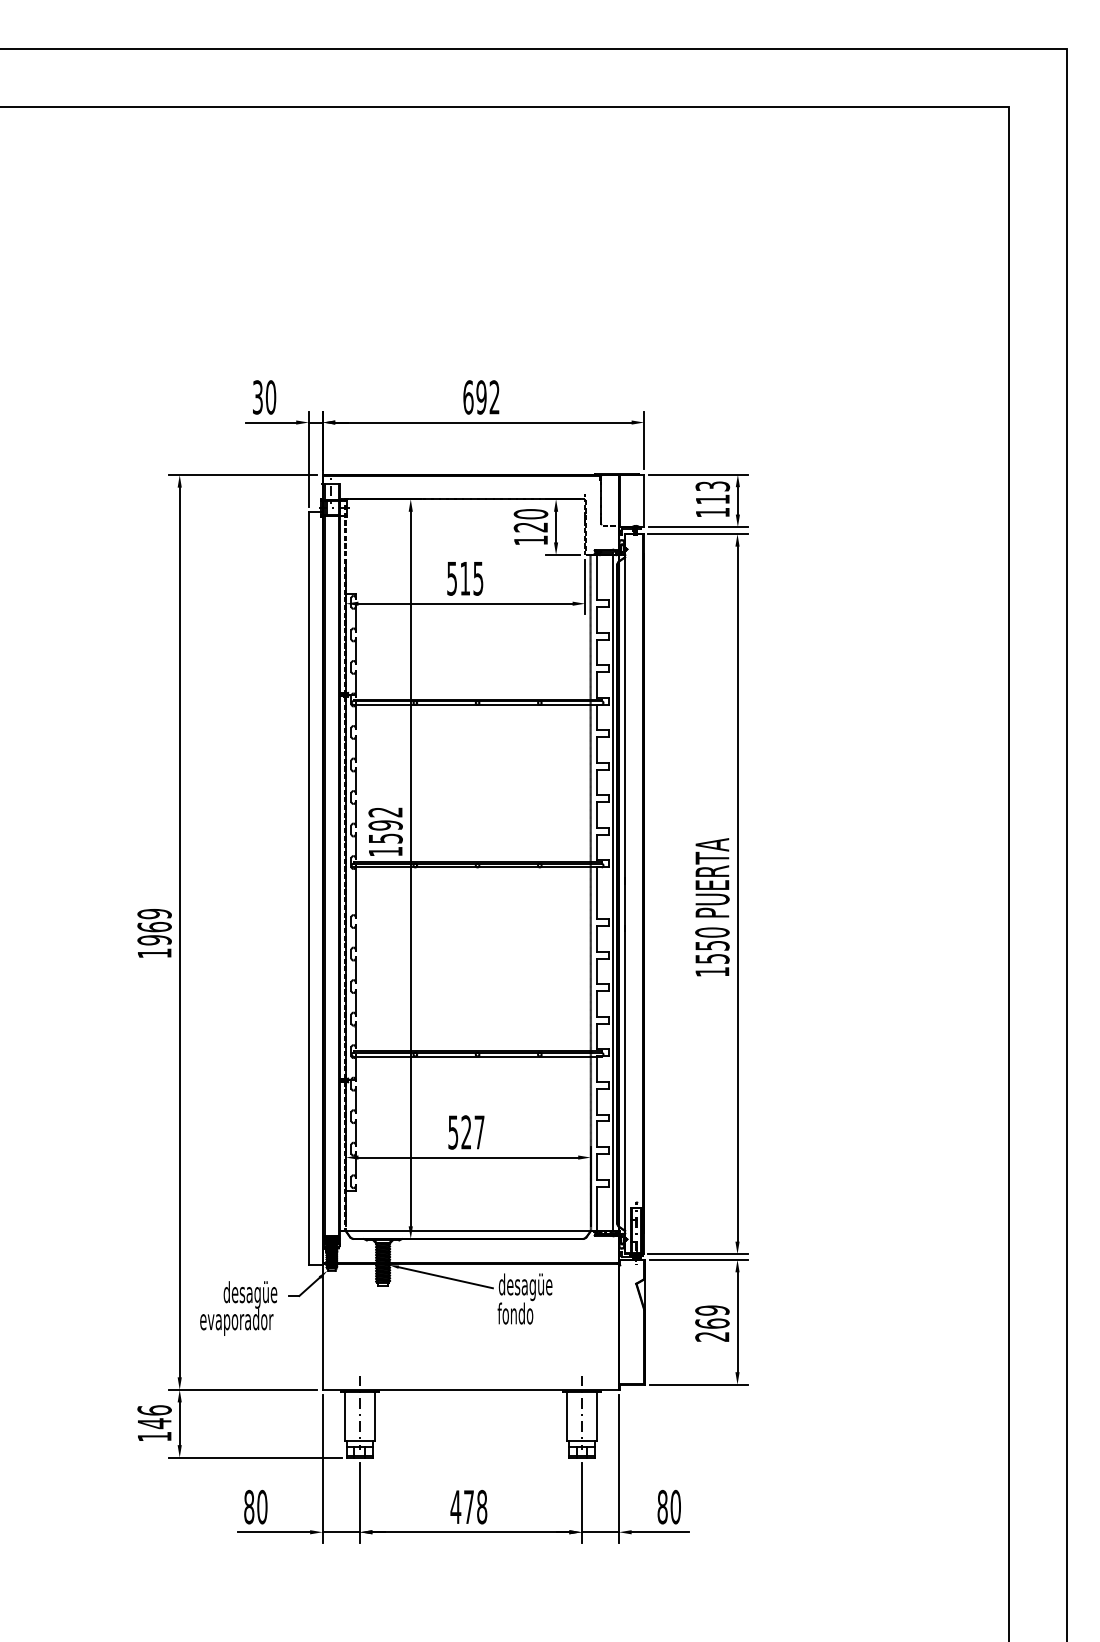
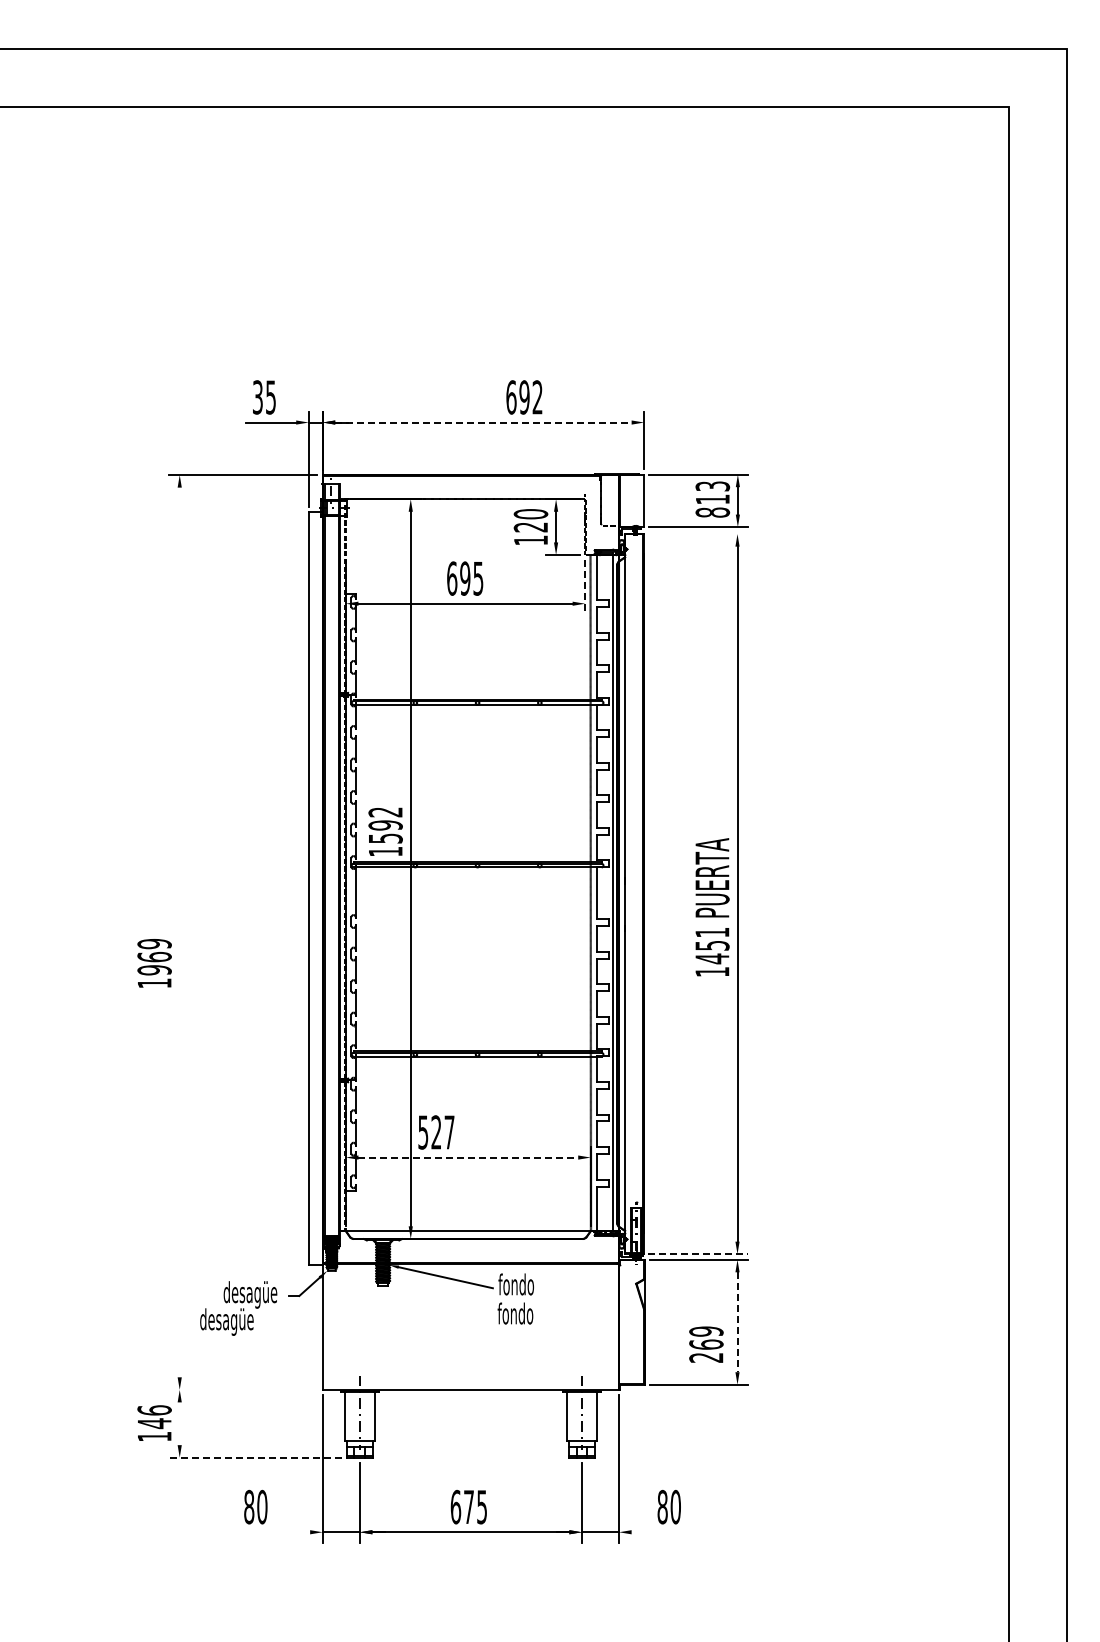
text at (270, 397): 30 -> 35
text at (481, 397) position: (481, 397) -> (524, 397)
line at (483, 422): solid -> dashed
text at (712, 512): 113 -> 813
line at (697, 534): present -> none
text at (458, 578): 515 -> 695
line at (585, 587): solid -> dashed
line at (179, 932): present -> none
text at (154, 933) position: (154, 933) -> (154, 963)
text at (712, 945): 1550 -> 1451
text at (466, 1132) position: (466, 1132) -> (436, 1132)
line at (468, 1157): solid -> dashed
line at (697, 1254): solid -> dashed
text at (525, 1287): desagüe -> fondo
text at (237, 1321): evaporador -> desagüe
line at (737, 1322): solid -> dashed
text at (712, 1323) position: (712, 1323) -> (706, 1344)
line at (243, 1389): present -> none
line at (179, 1423): present -> none
line at (254, 1457): solid -> dashed
text at (468, 1506): 478 -> 675
line at (273, 1532): present -> none
line at (659, 1532): present -> none
